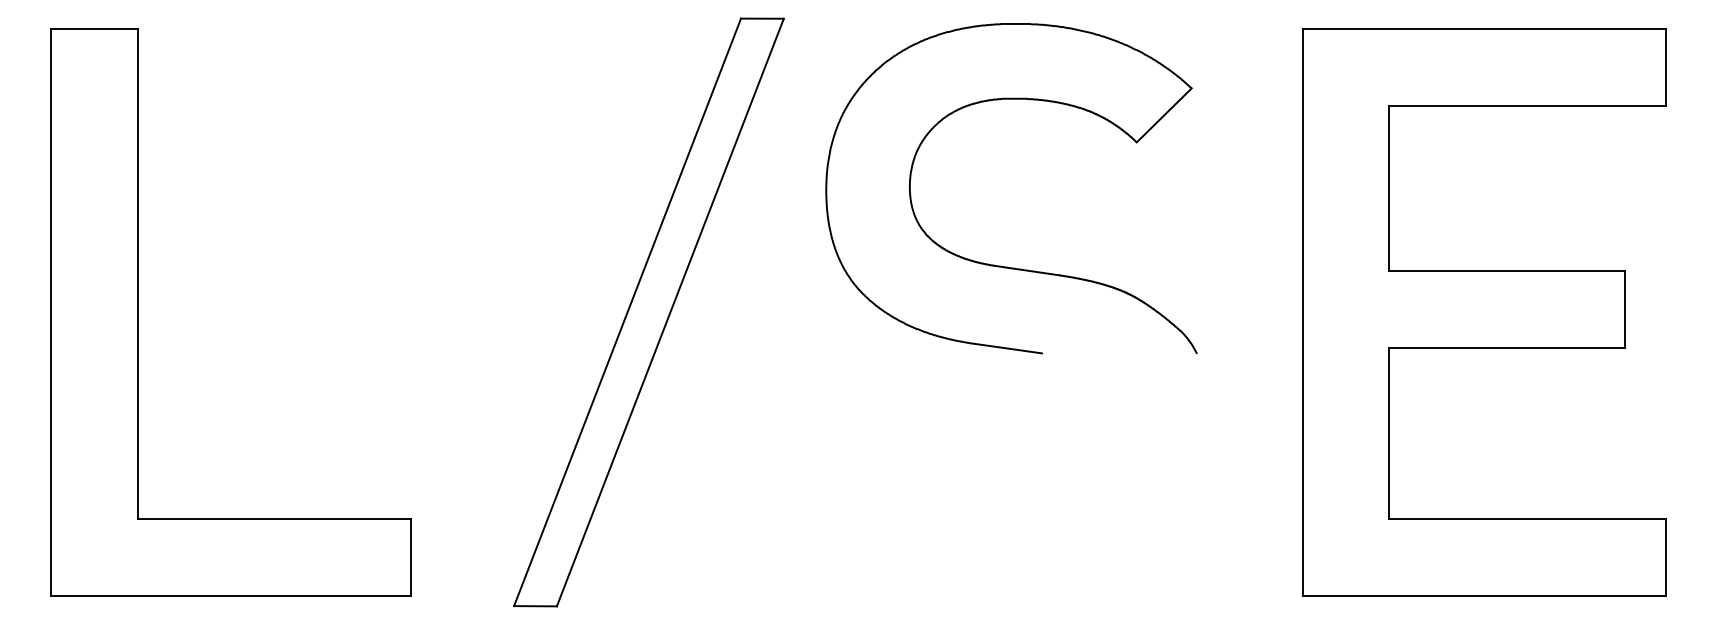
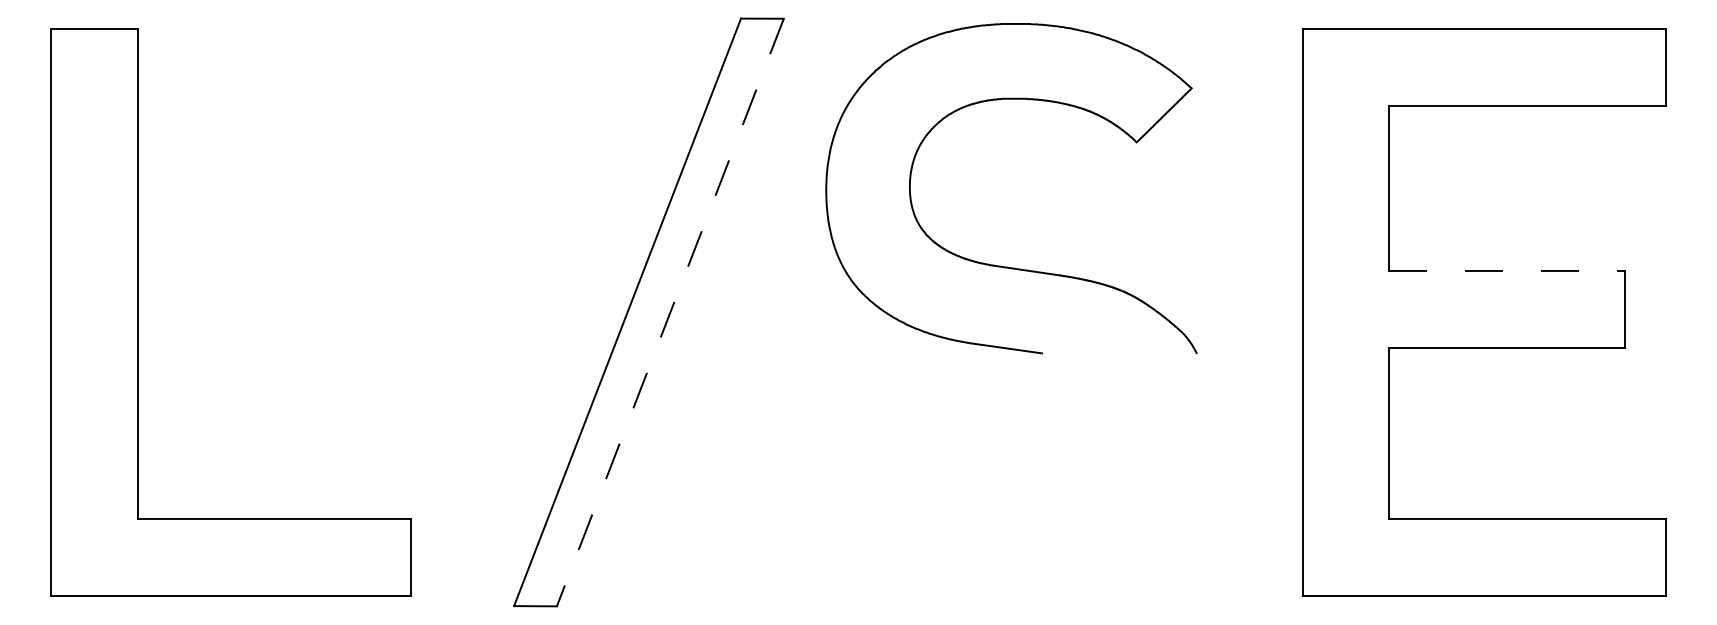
line at (1507, 271): solid -> dashed
line at (670, 312): solid -> dashed
